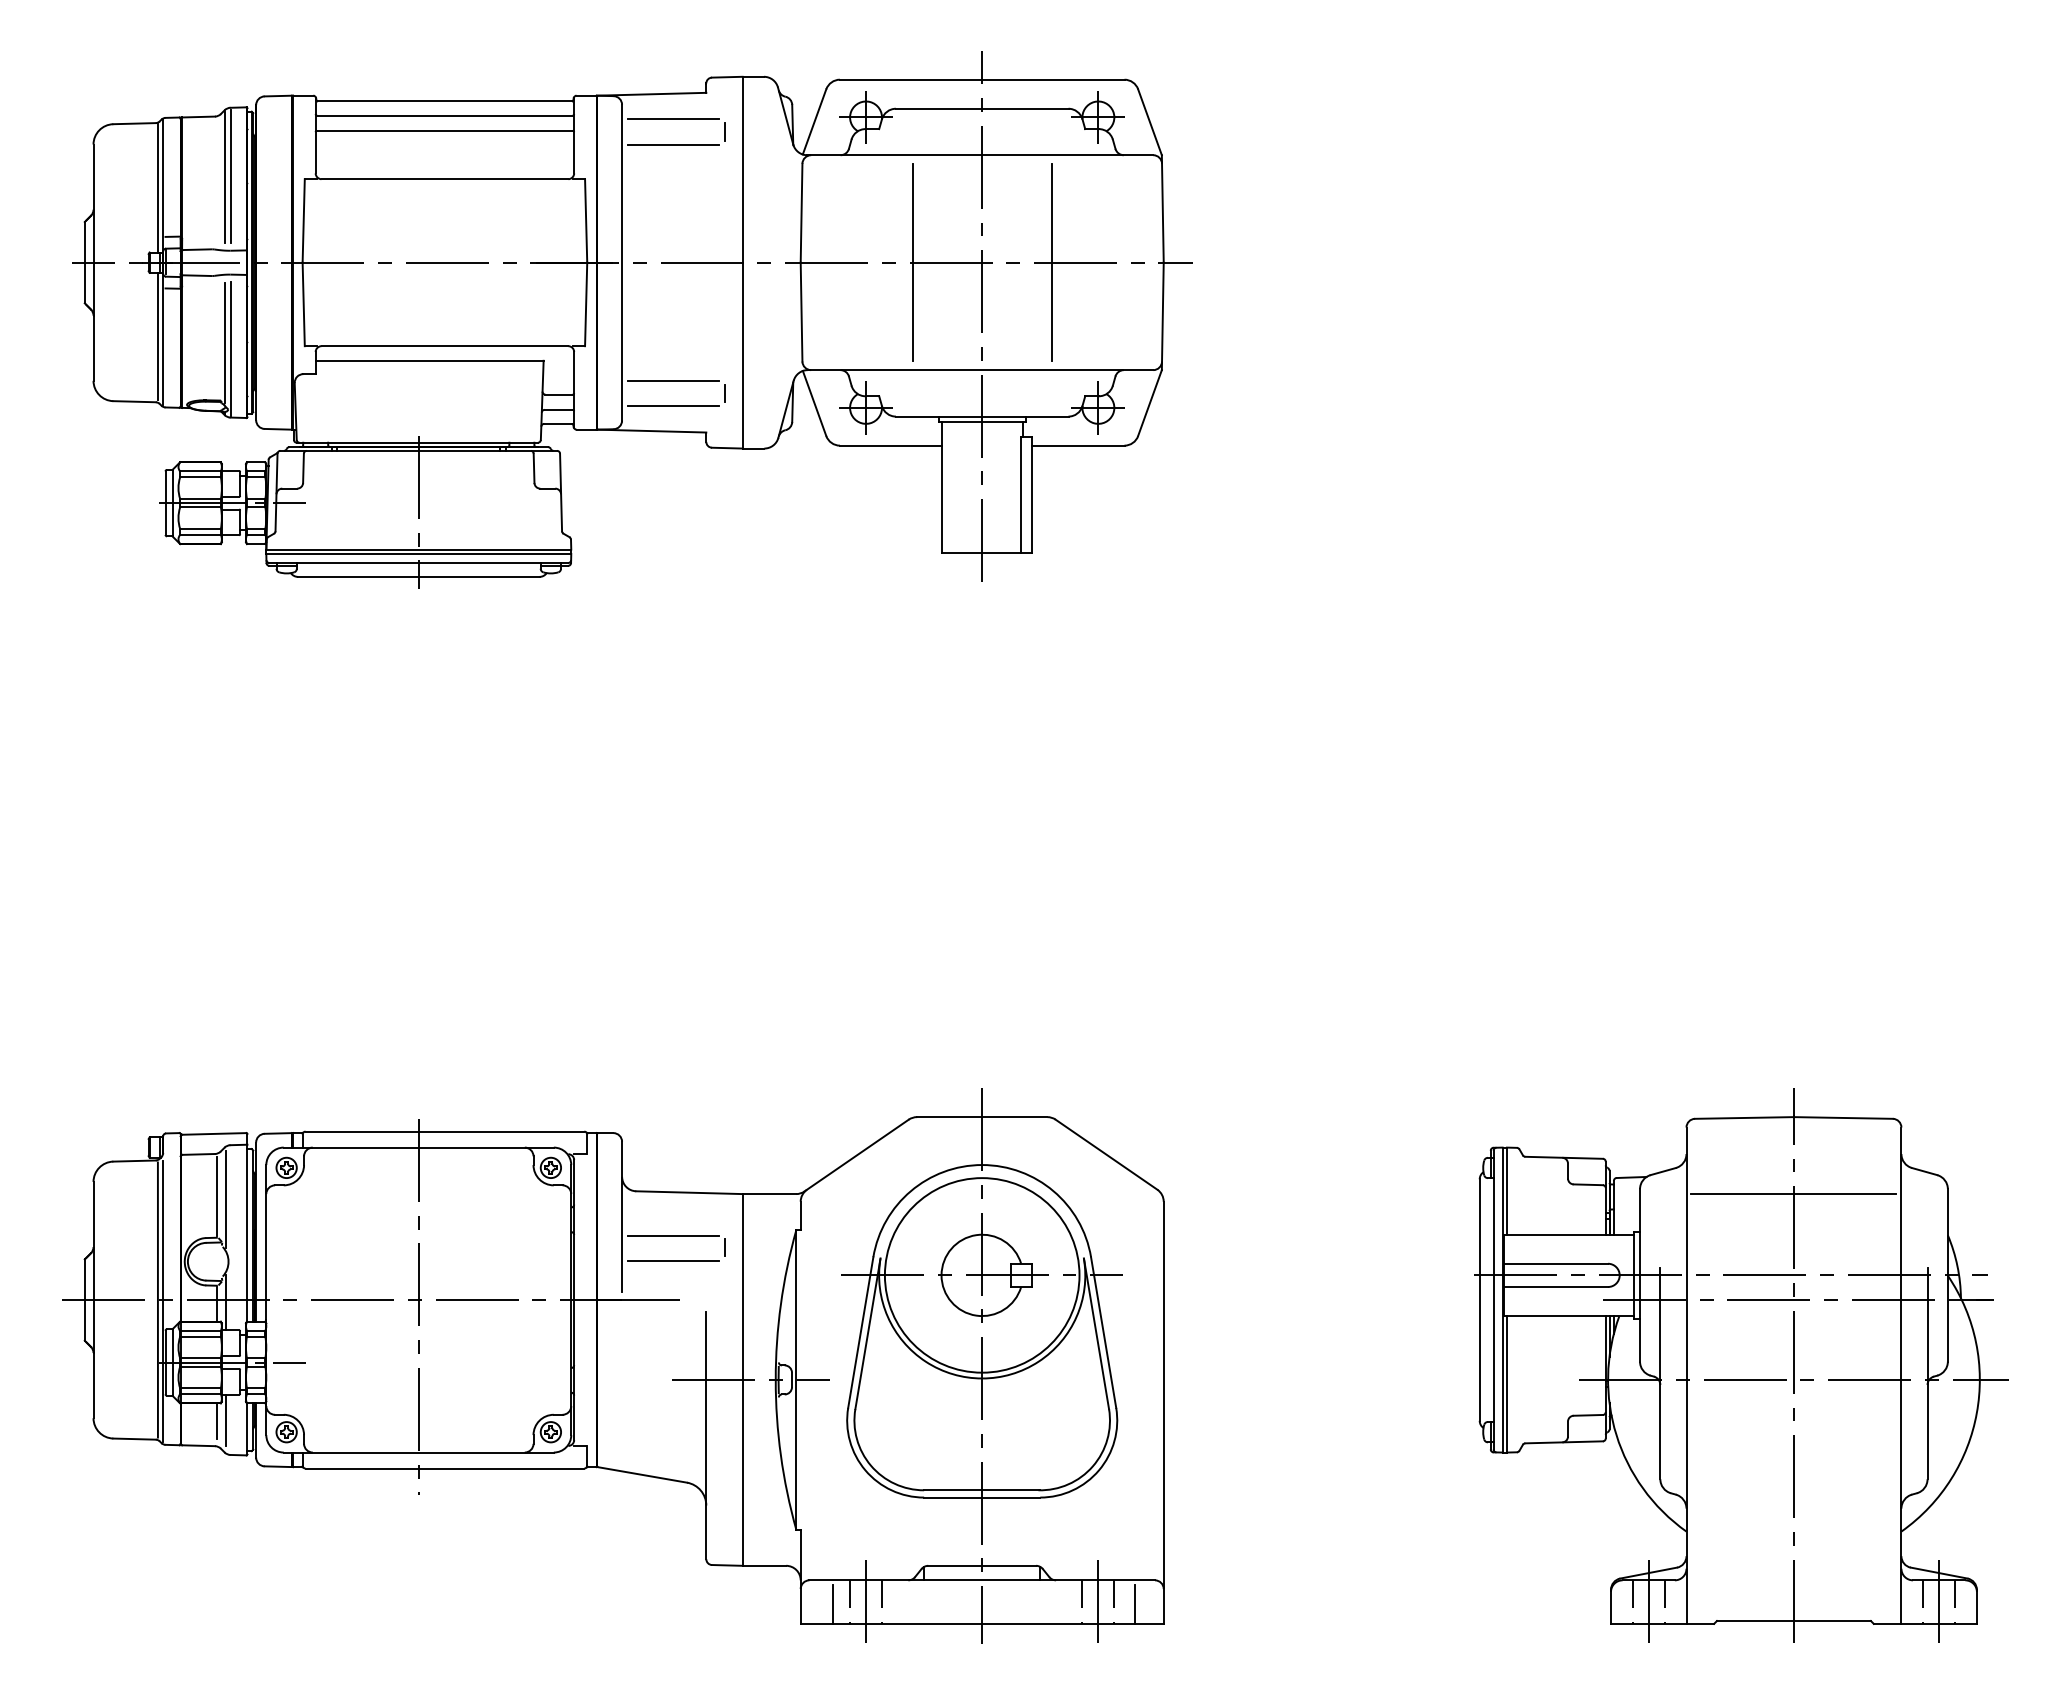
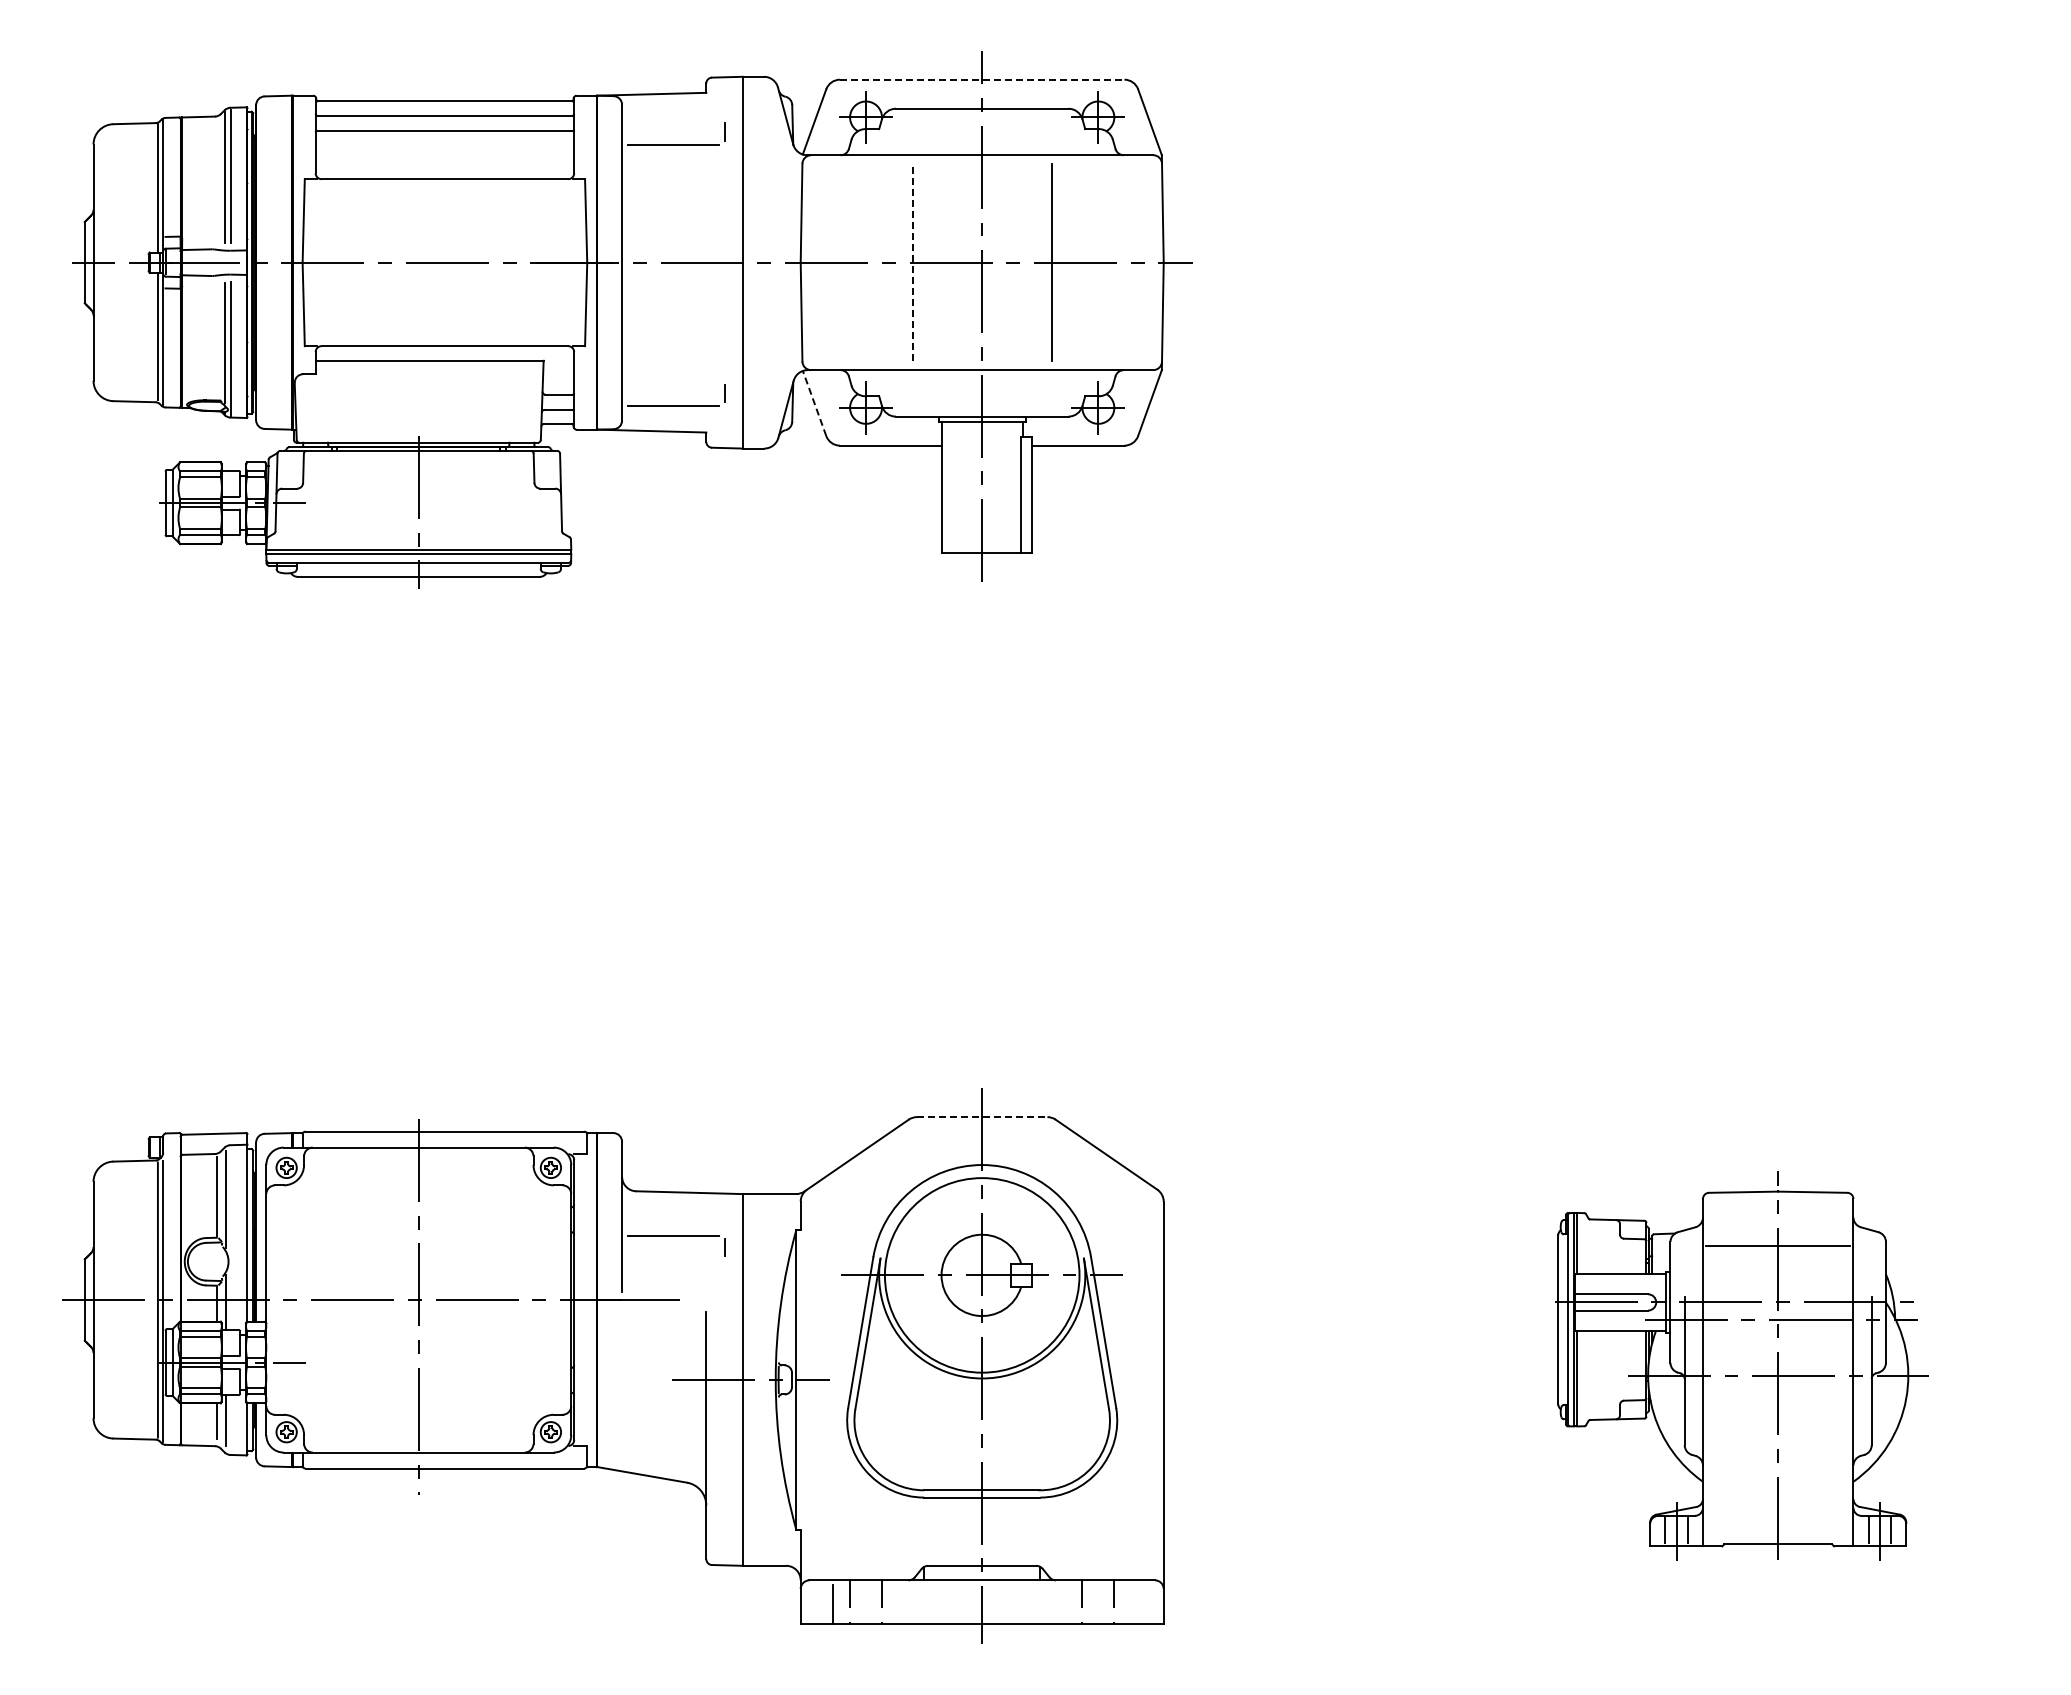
line at (982, 79): solid -> dashed
line at (673, 119): present -> none
line at (912, 262): solid -> dashed
line at (673, 380): present -> none
line at (814, 403): solid -> dashed
line at (982, 1117): solid -> dashed
line at (673, 1260): present -> none
part at (1741, 1365) size: 535x555 px -> 374x390 px
line at (866, 1602): present -> none
line at (1098, 1602): present -> none
line at (1134, 1603): present -> none
